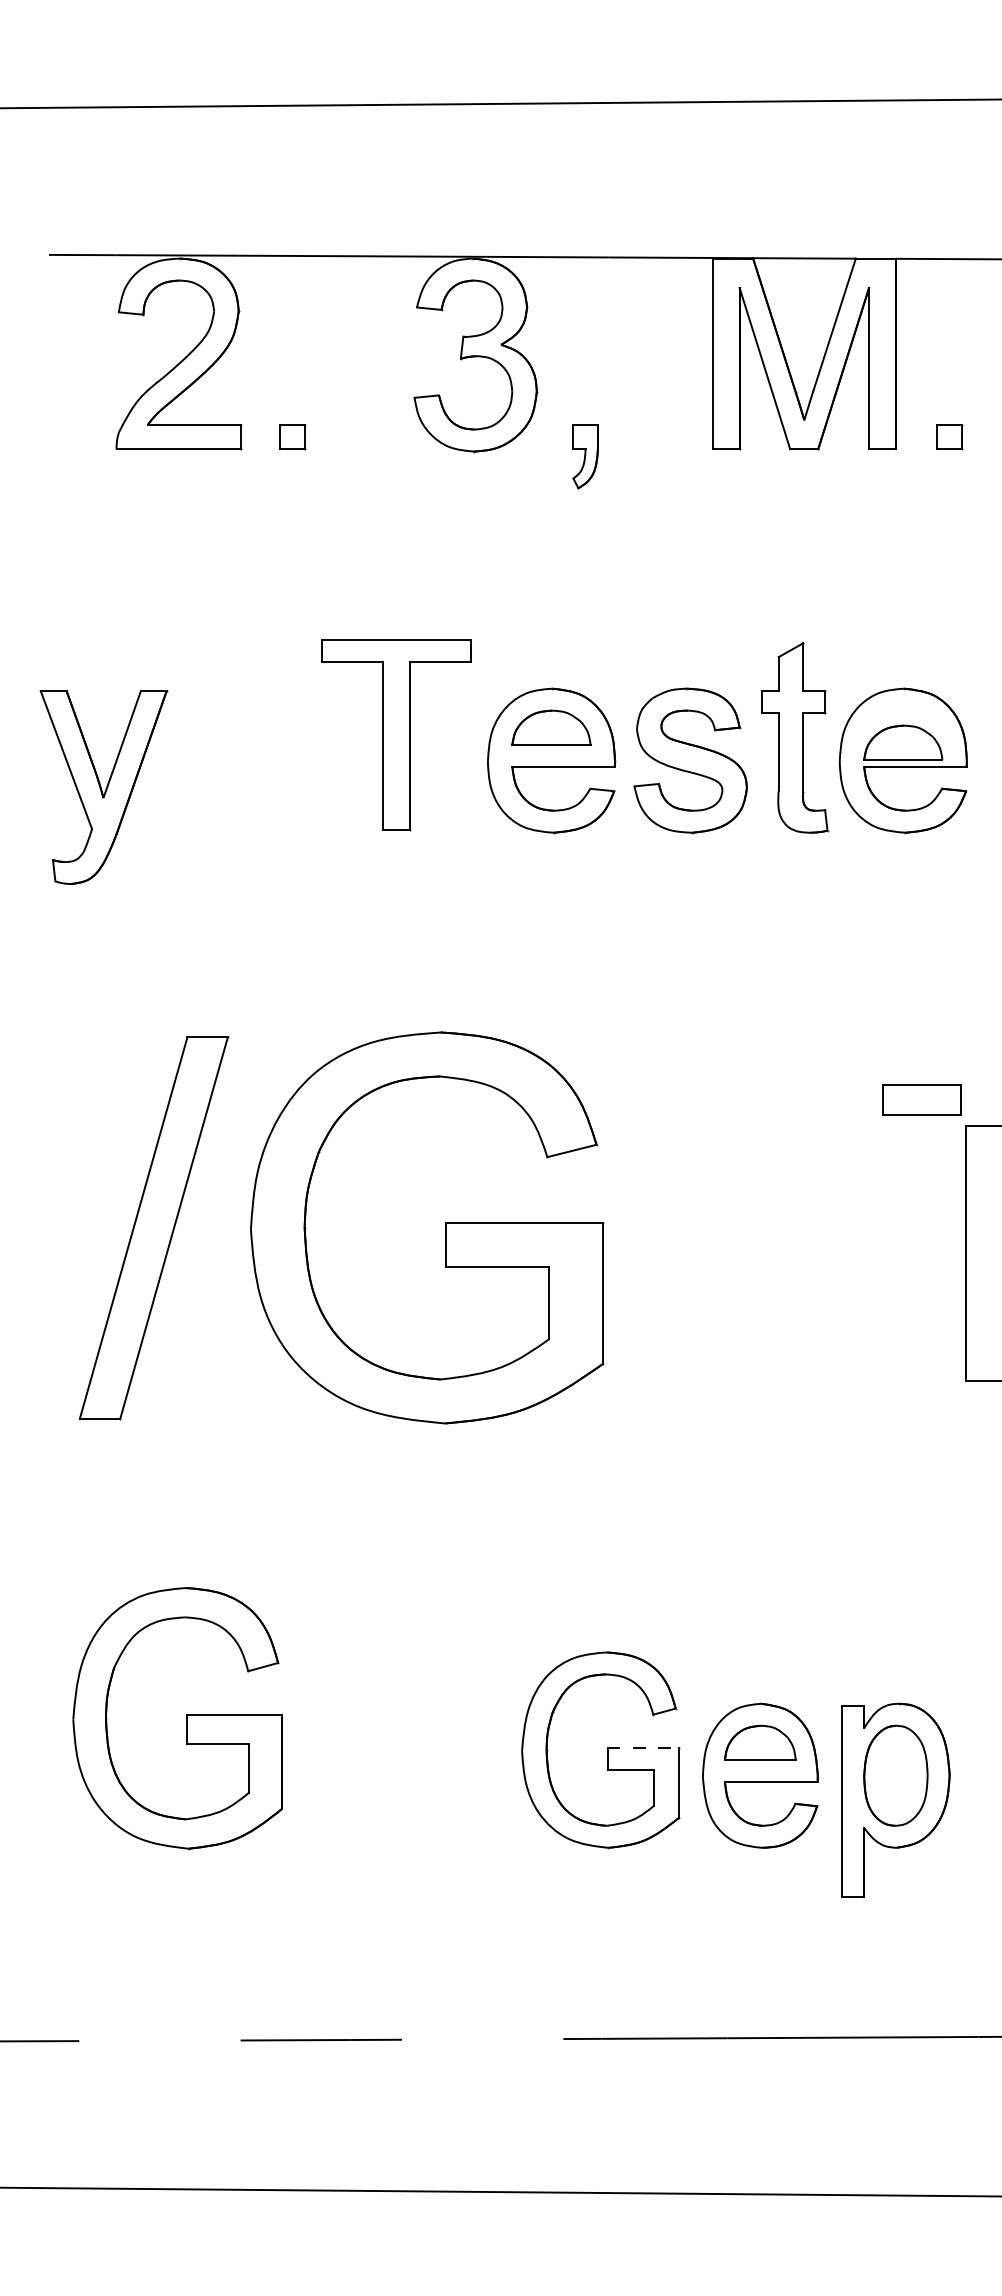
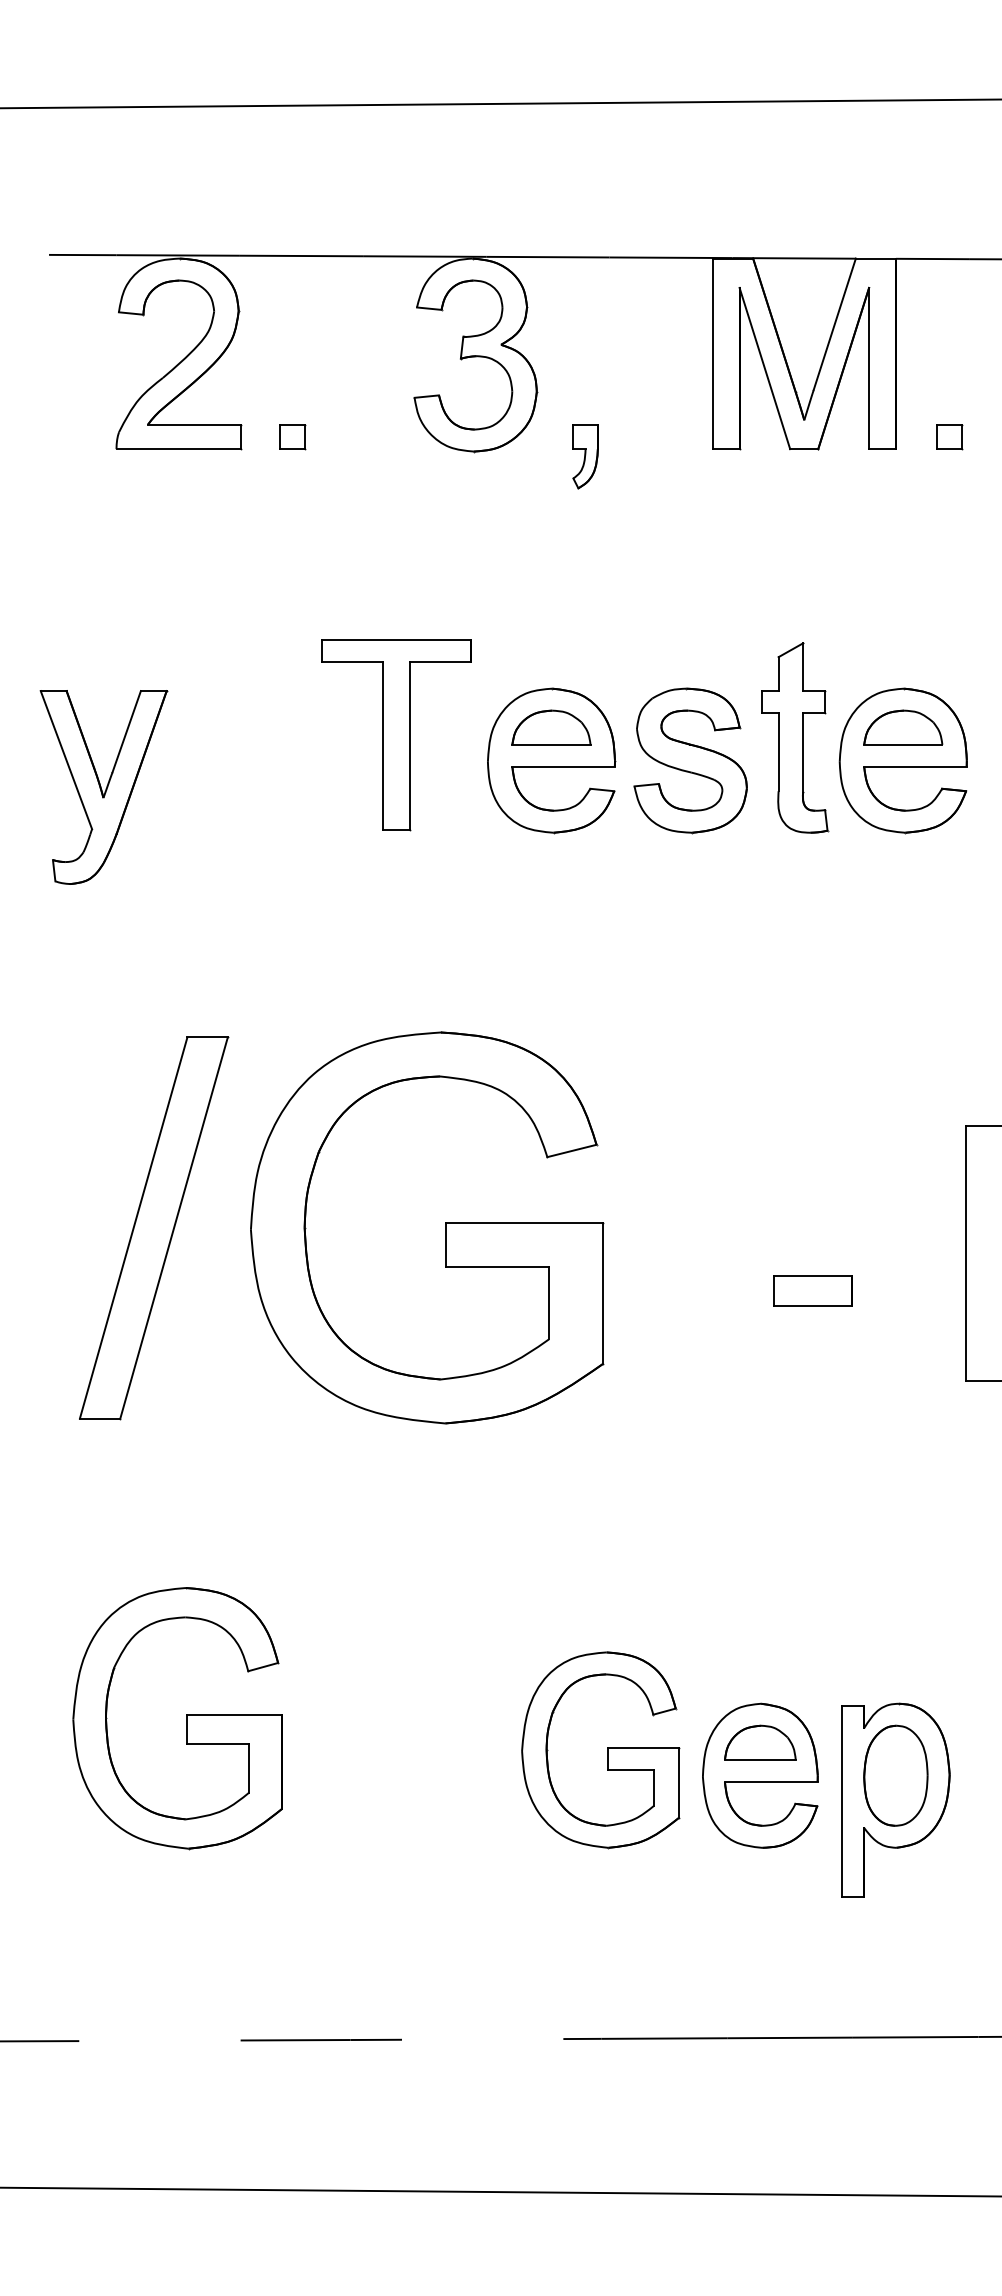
part at (903, 742) position: (903, 742) -> (903, 727)
part at (921, 1099) position: (921, 1099) -> (812, 1290)
line at (643, 1747): dashed -> solid
